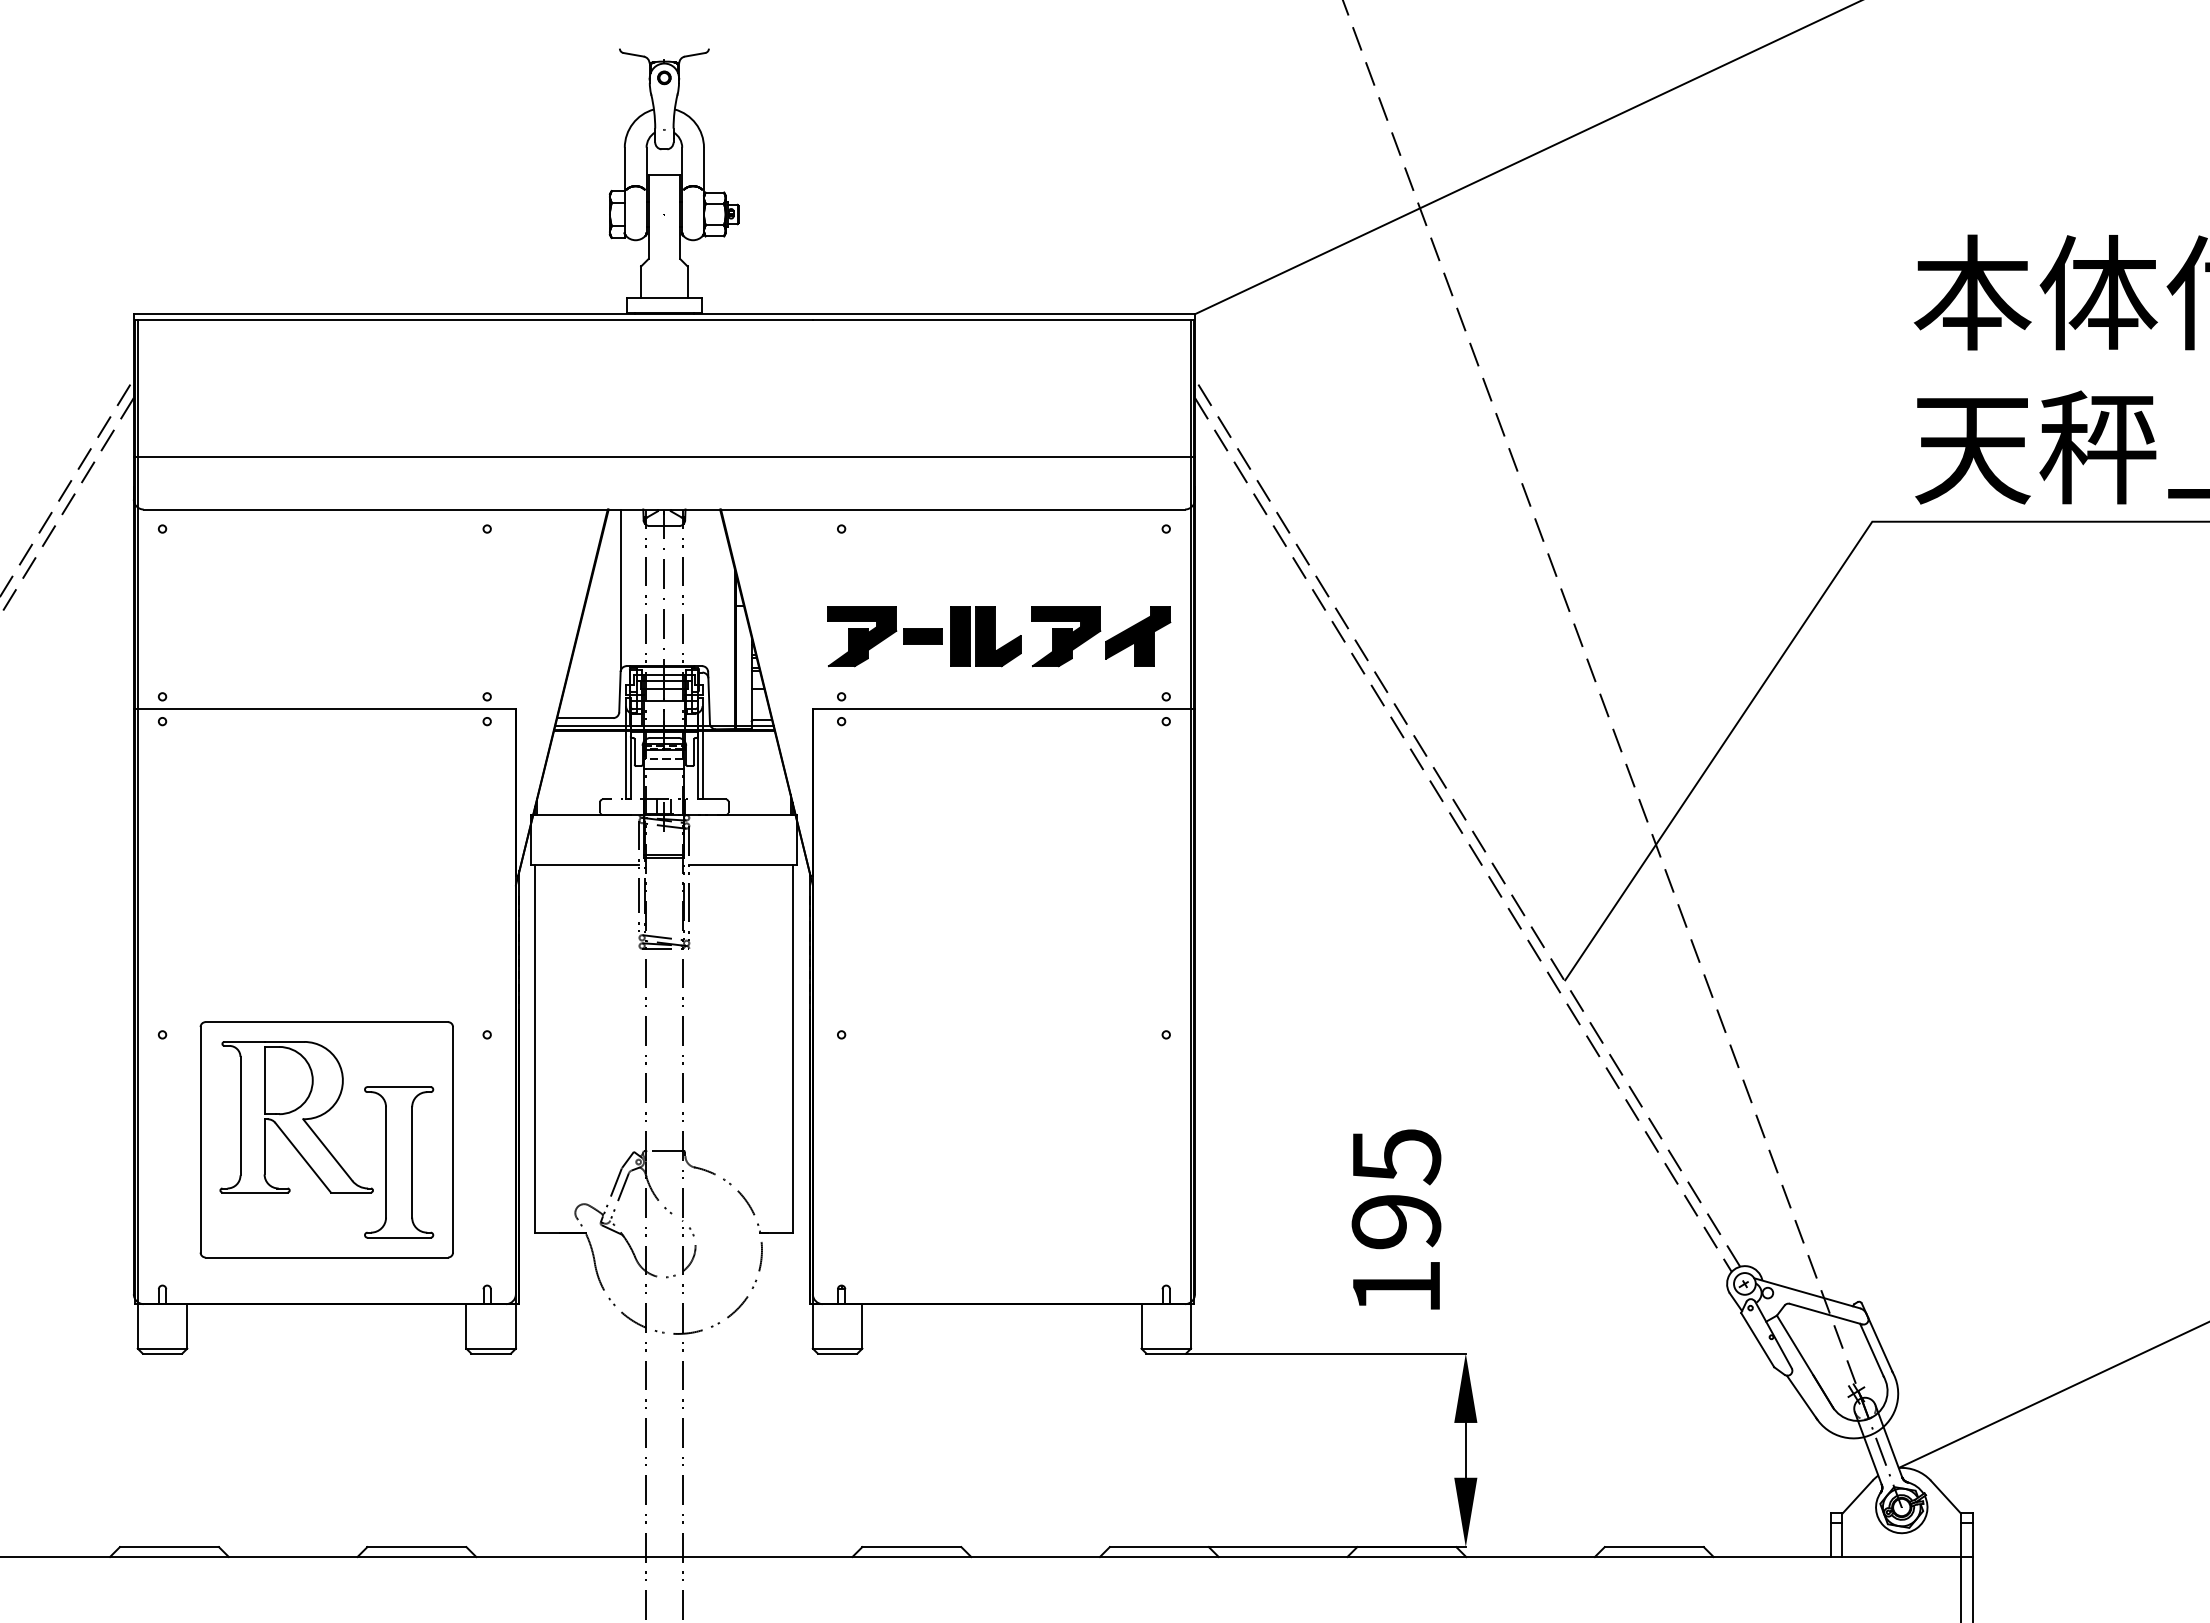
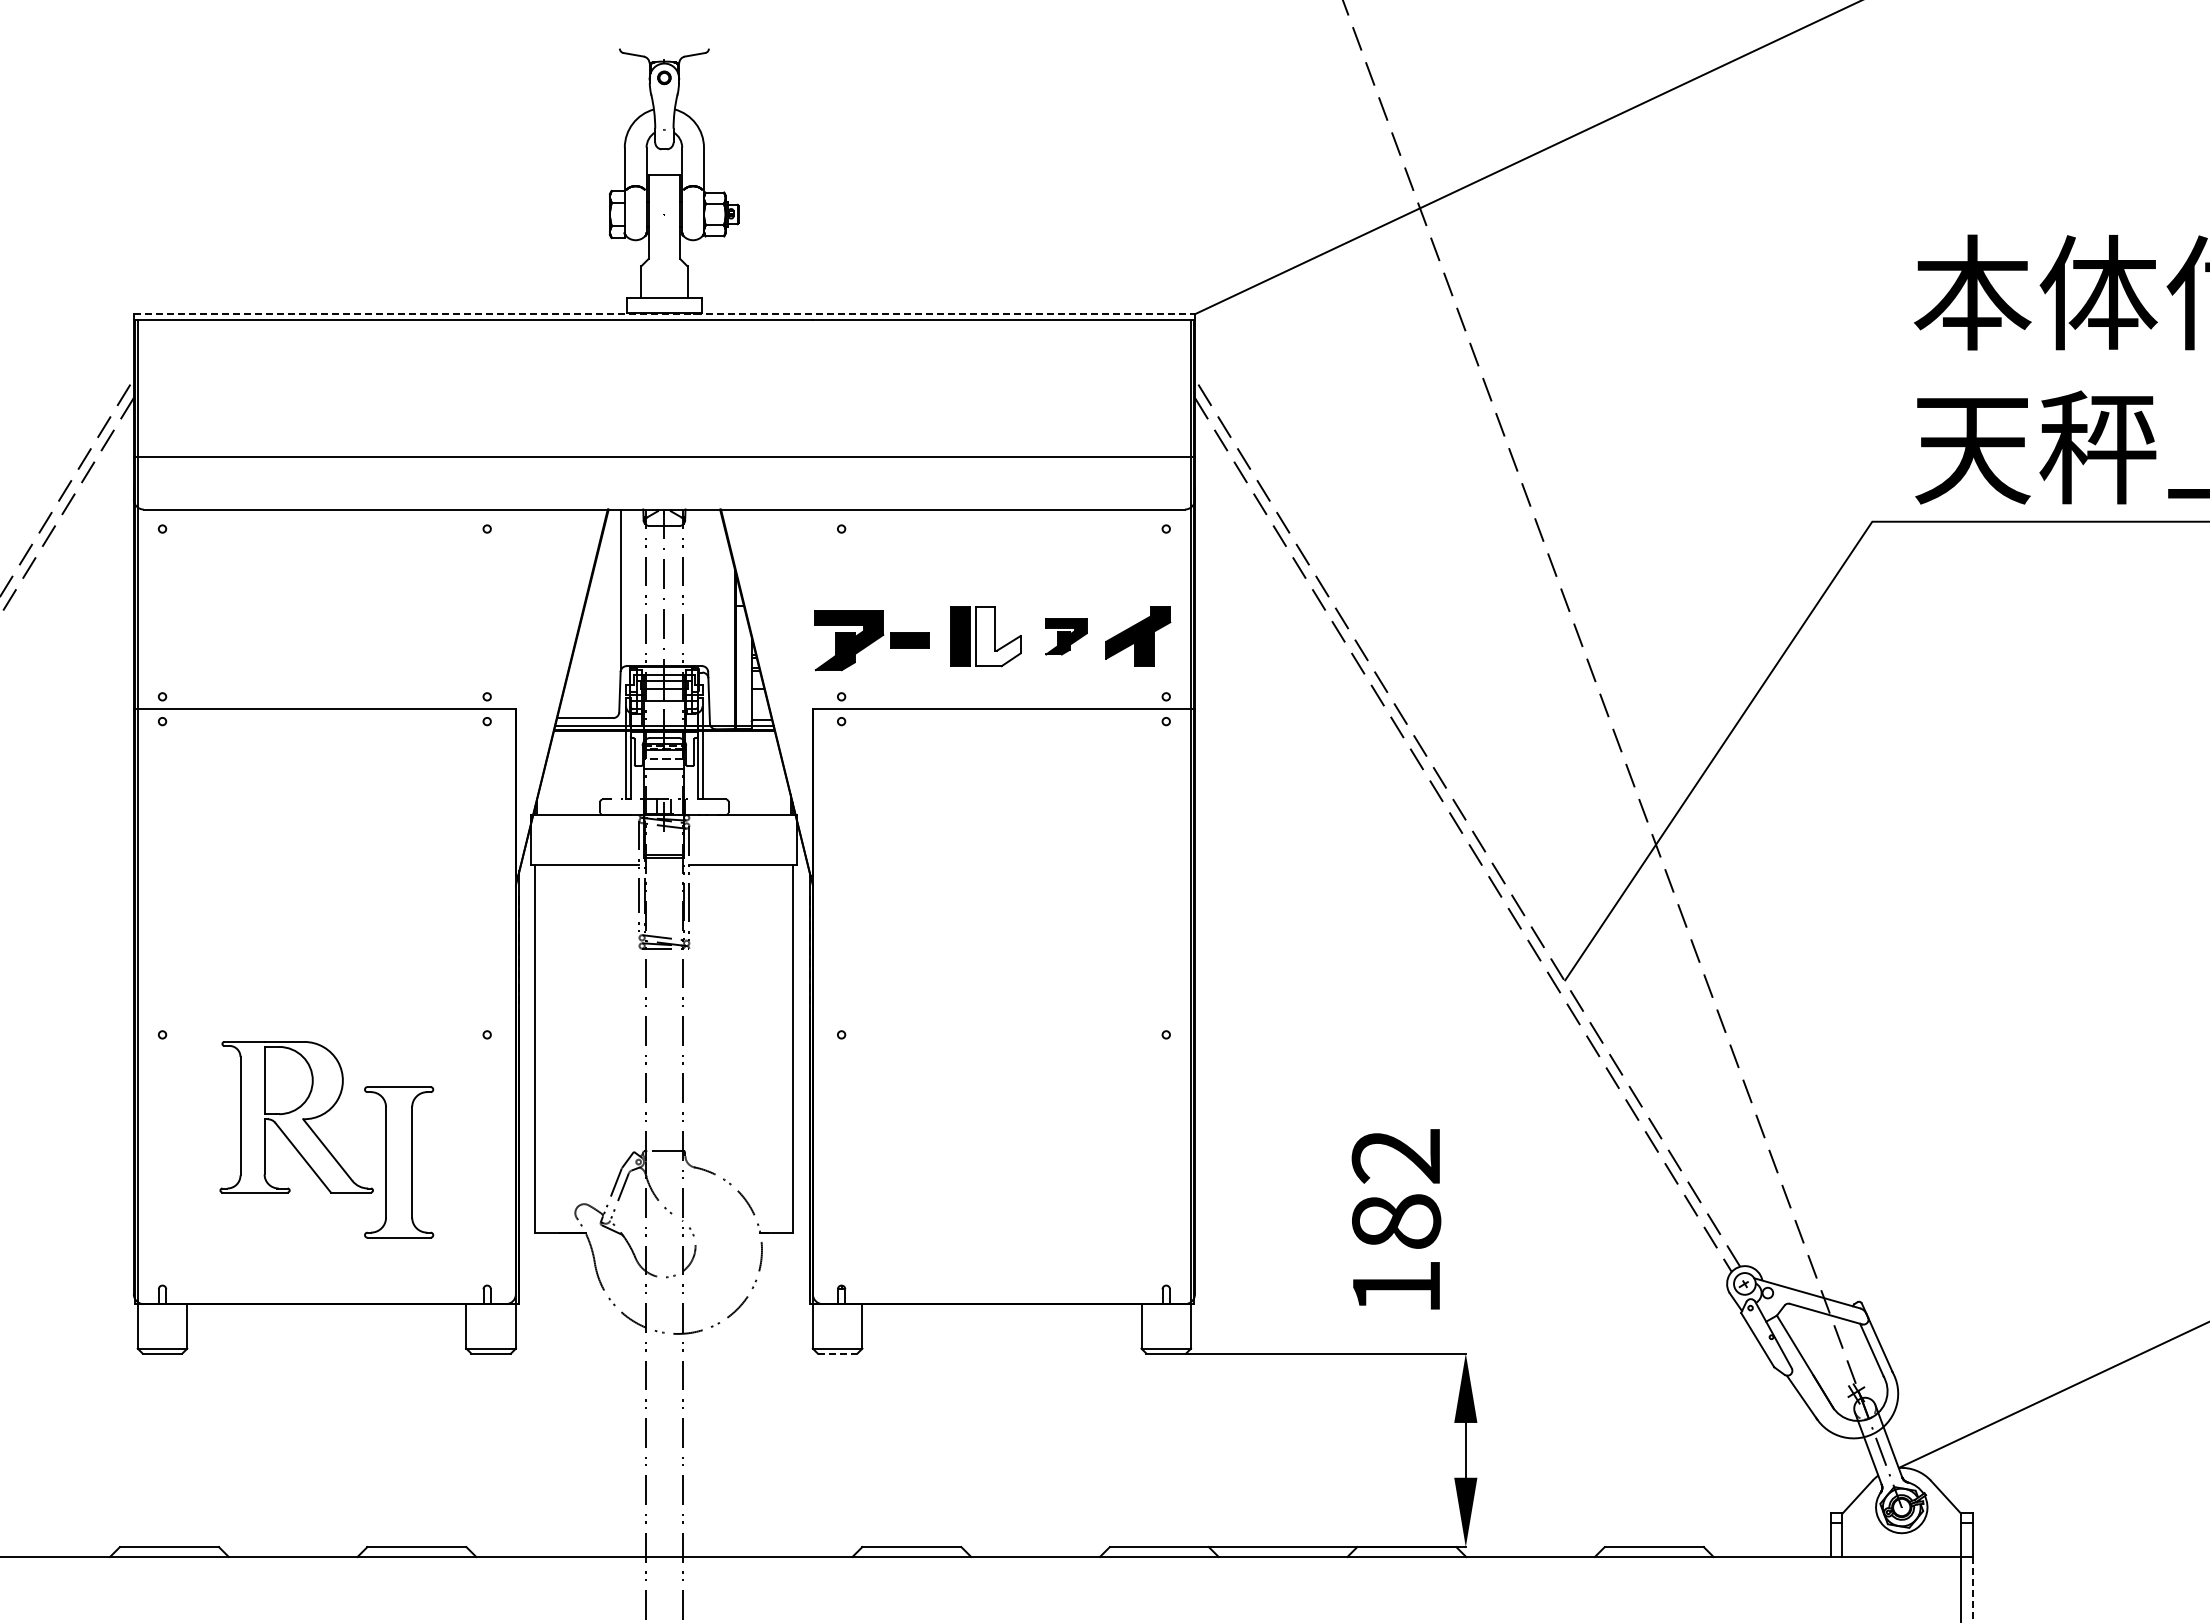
line at (664, 314): solid -> dashed
part at (884, 636) position: (884, 636) -> (871, 640)
fill at (998, 636): present -> none
part at (1066, 636) size: 71x62 px -> 43x38 px
part at (326, 1139): present -> none
text at (1396, 1189): 195 -> 182
line at (837, 1353): solid -> dashed
line at (1973, 1589): solid -> dashed
